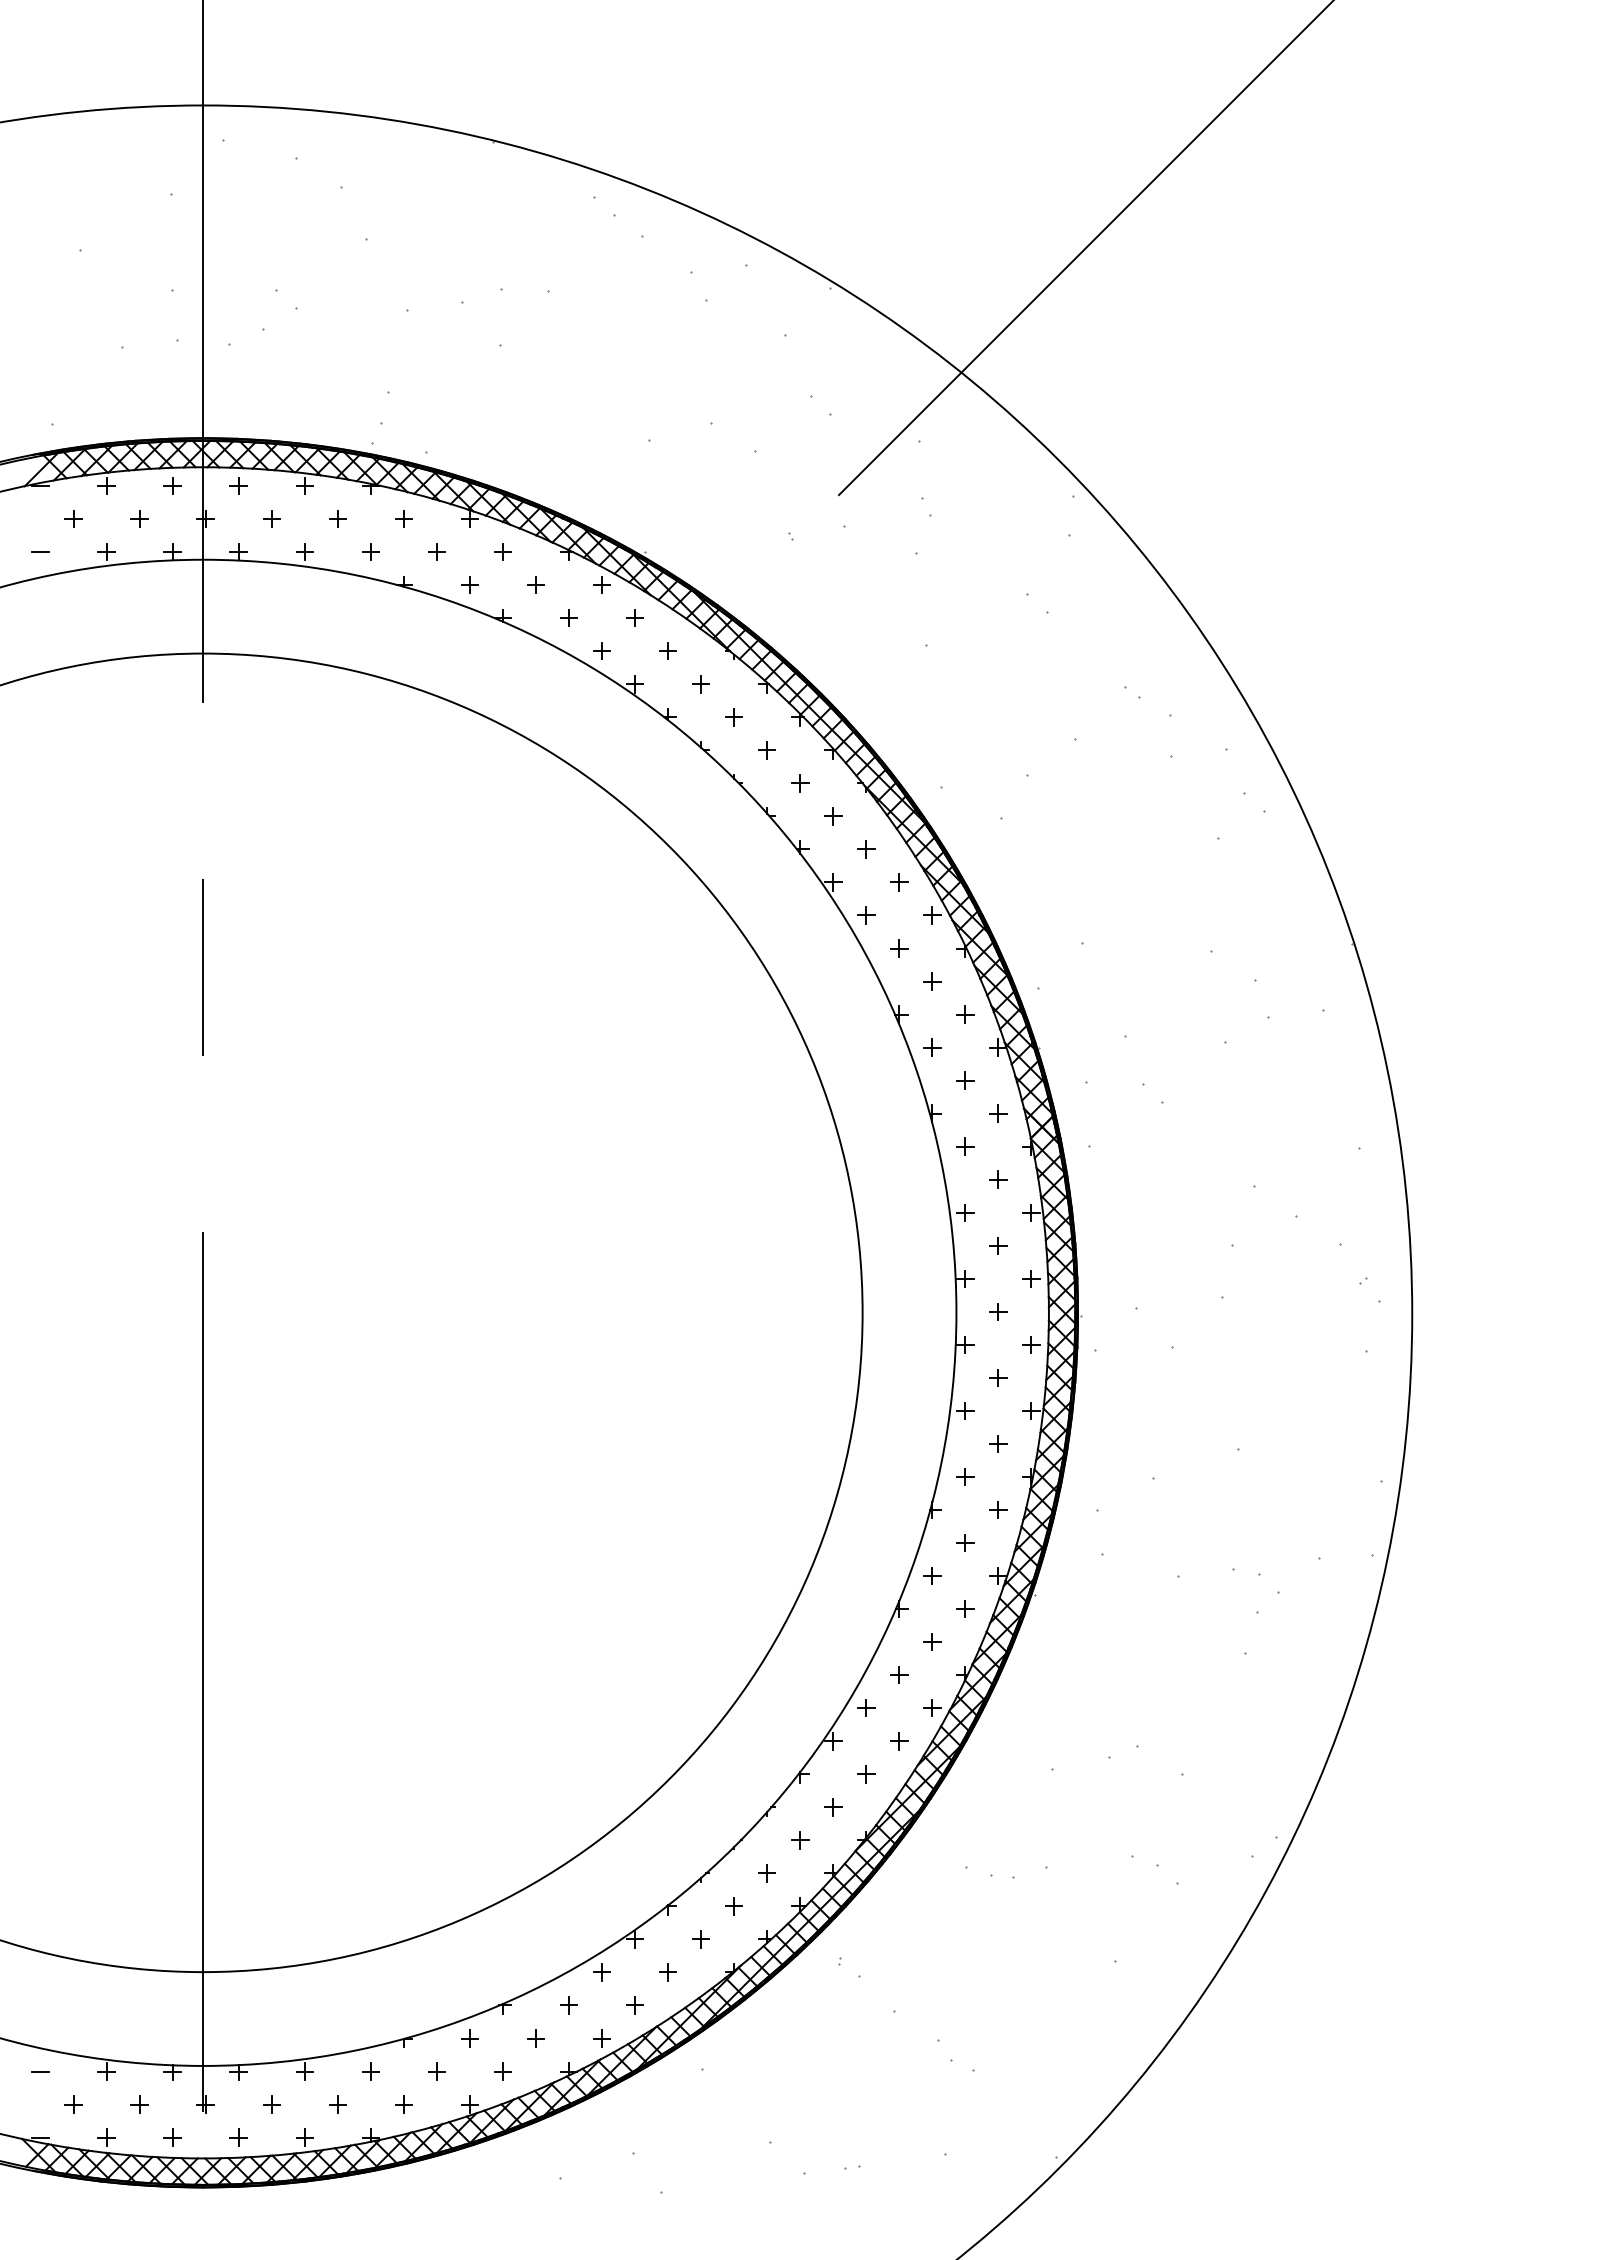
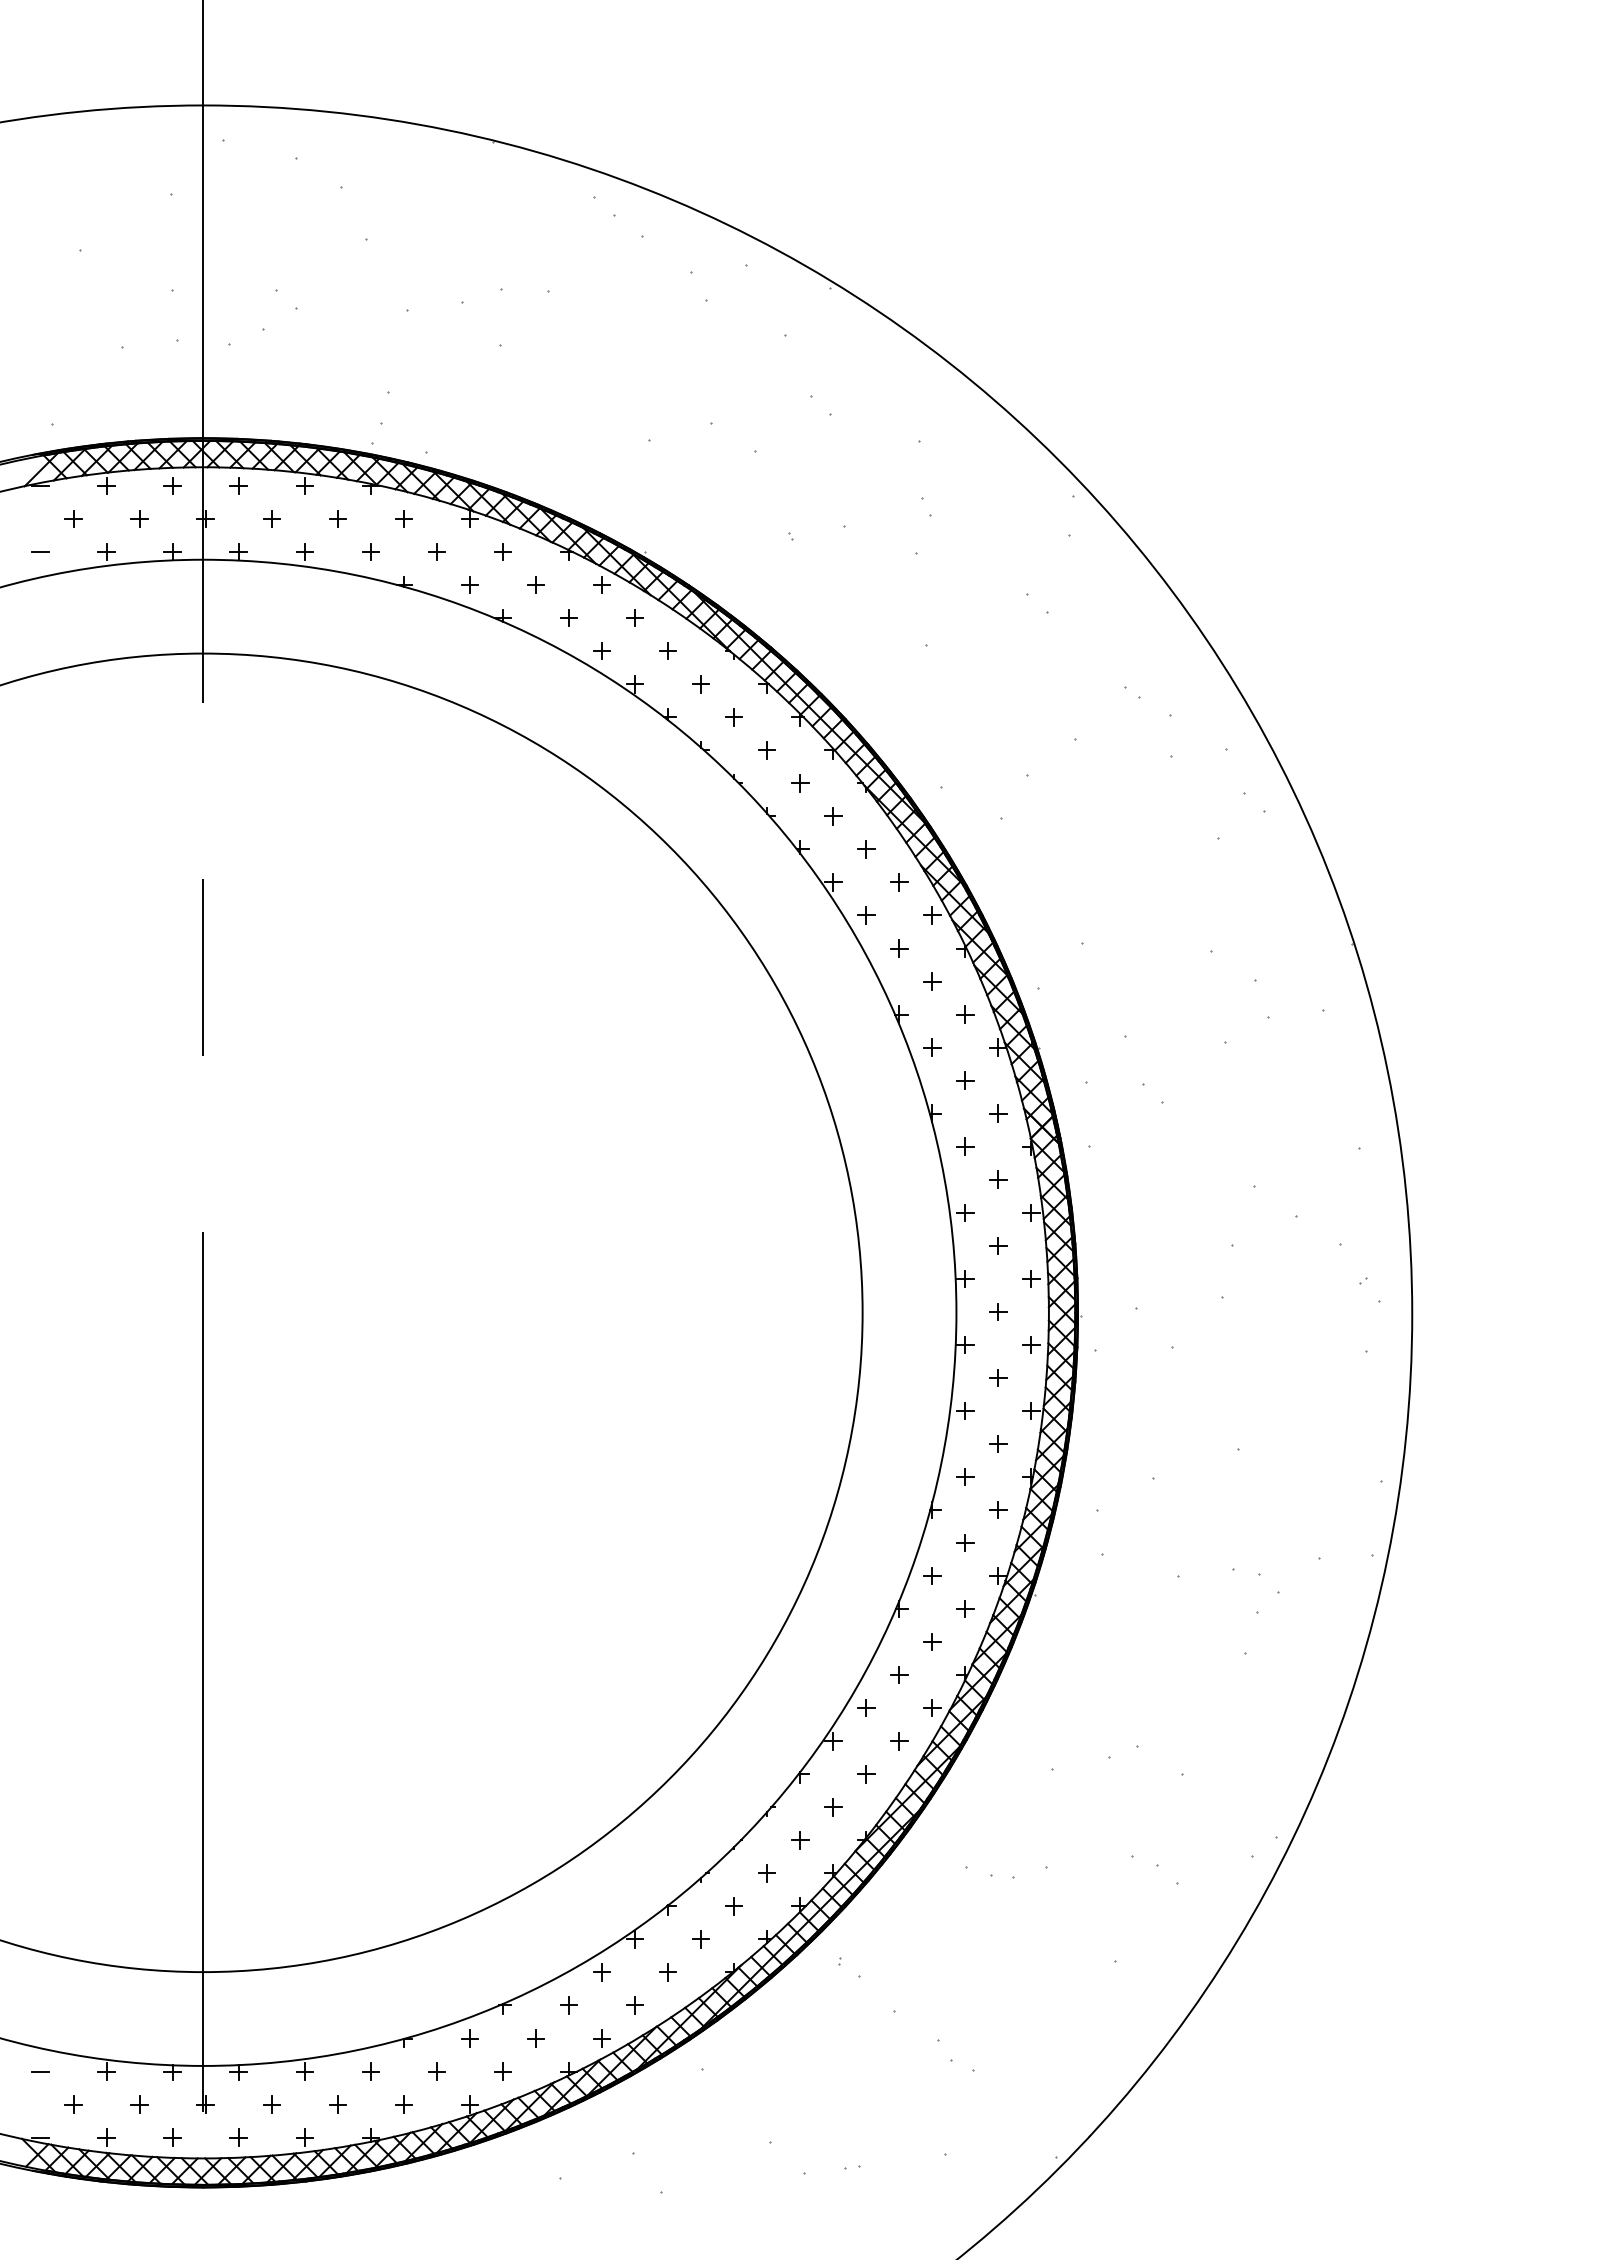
line at (1085, 248): present -> none
